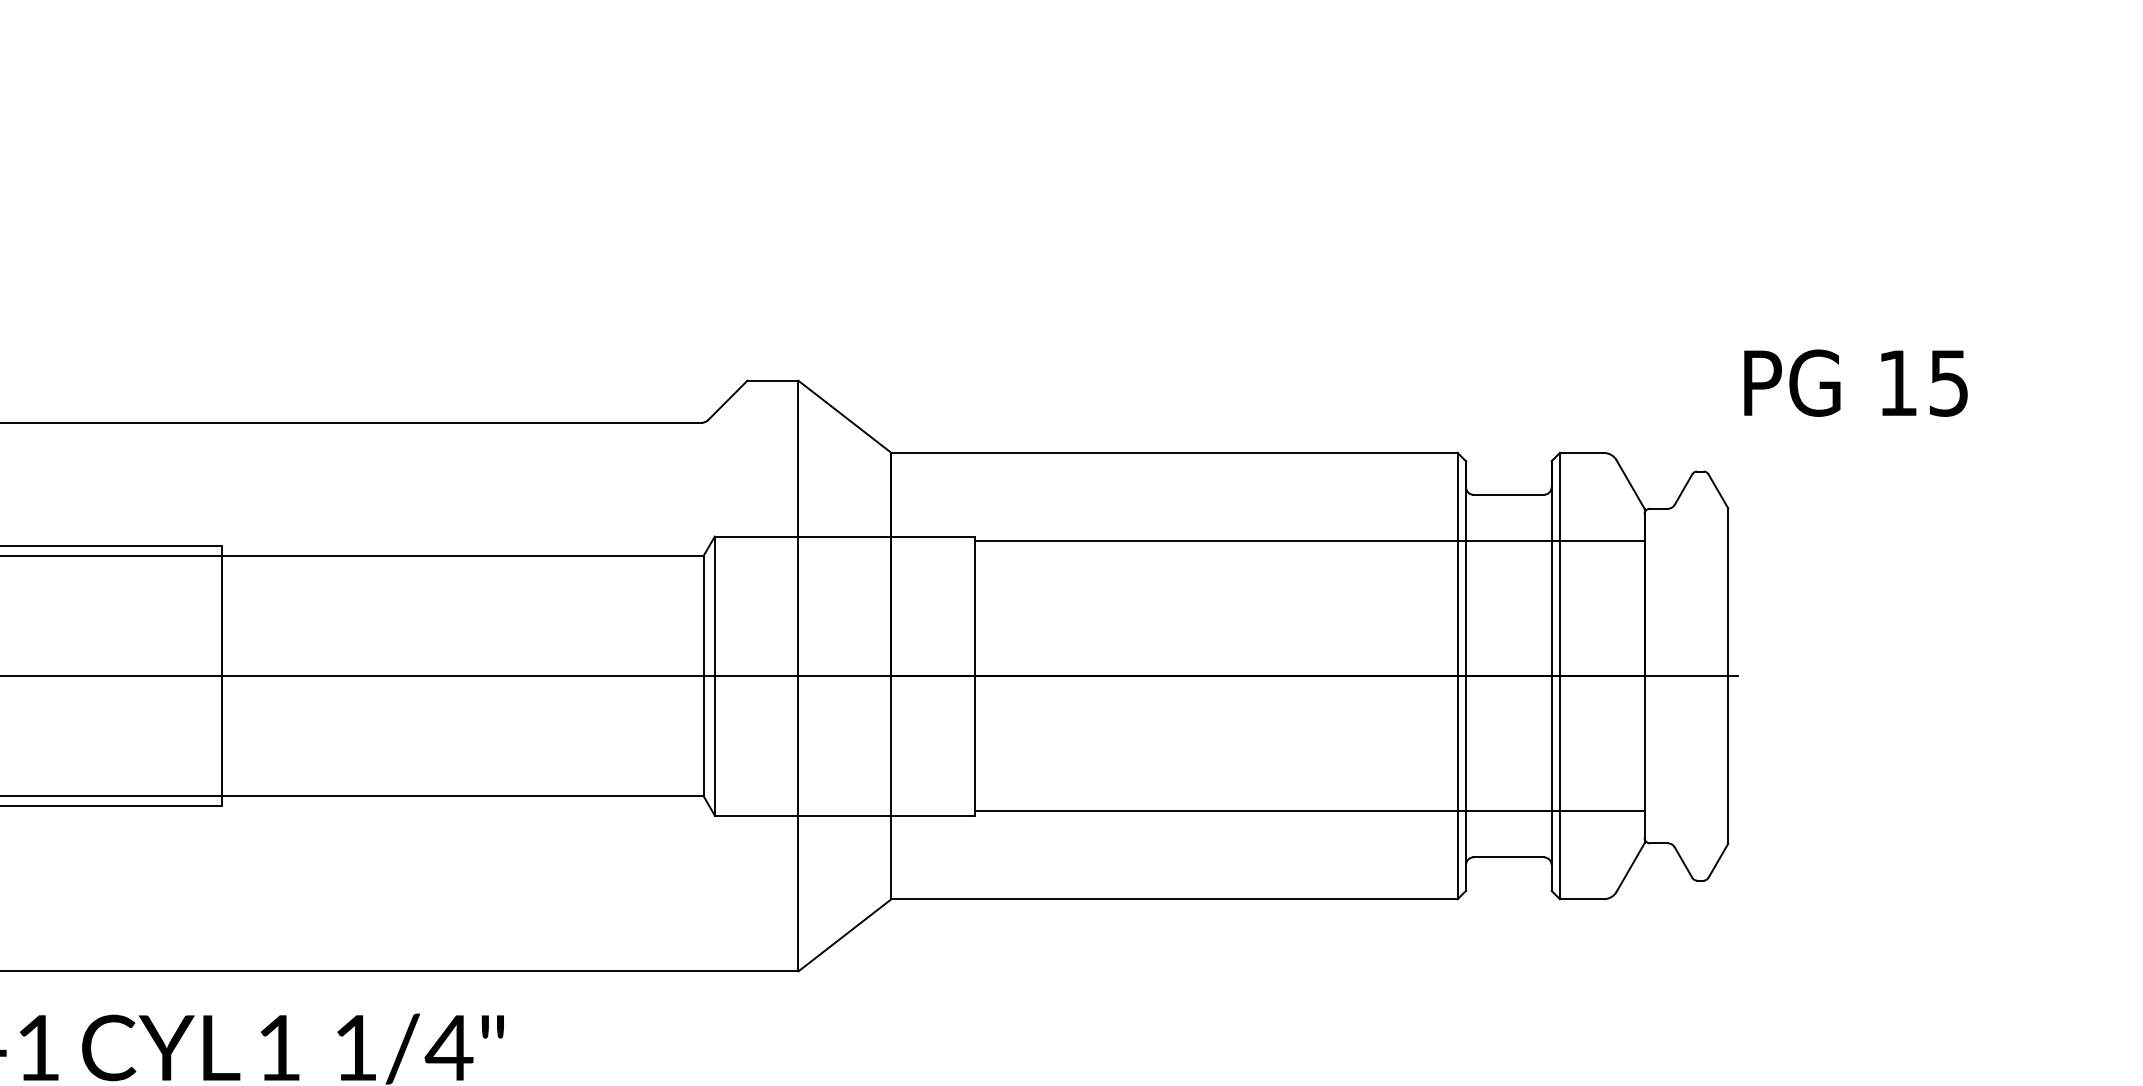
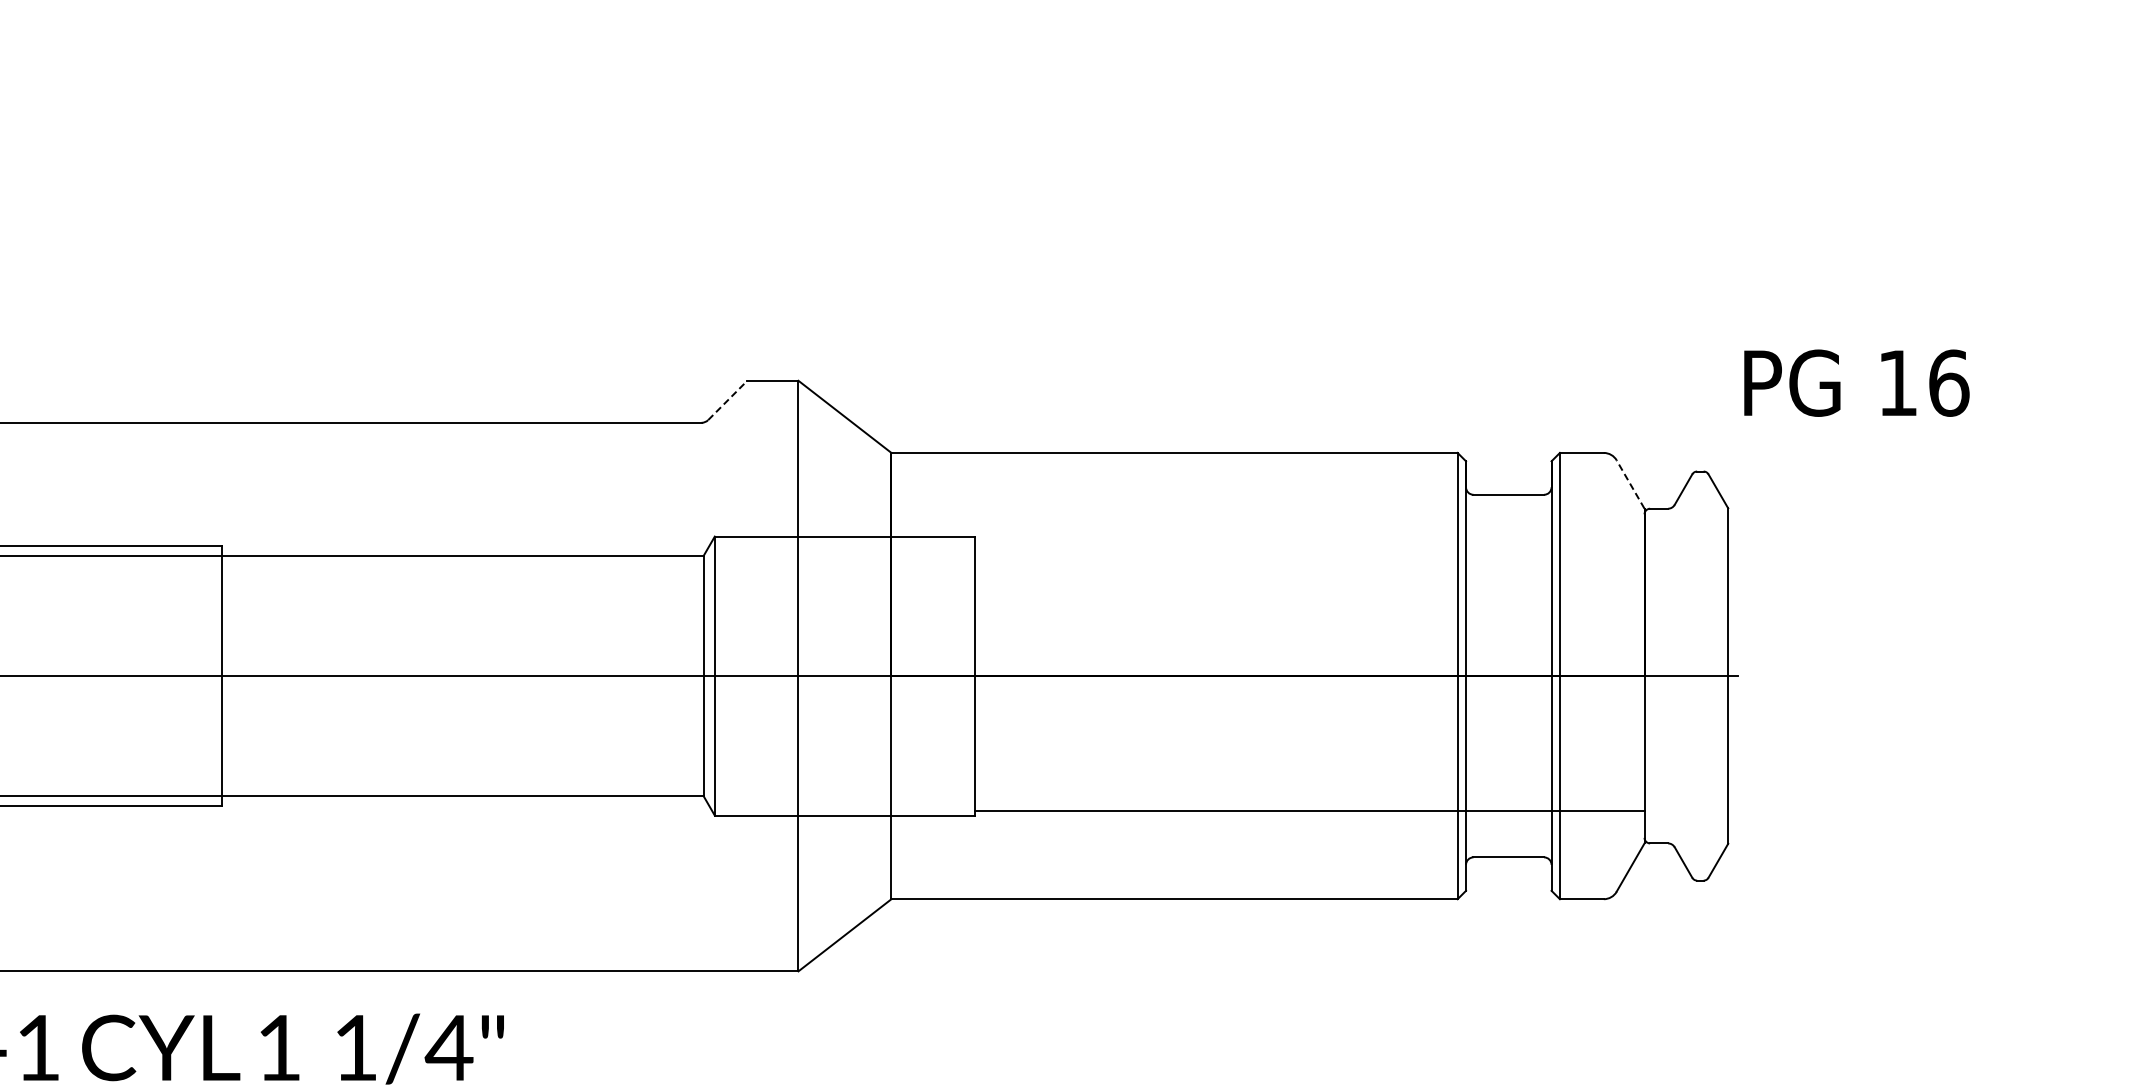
text at (1949, 382): 15 -> 16
line at (727, 400): solid -> dashed
line at (1630, 484): solid -> dashed
line at (1309, 540): present -> none
